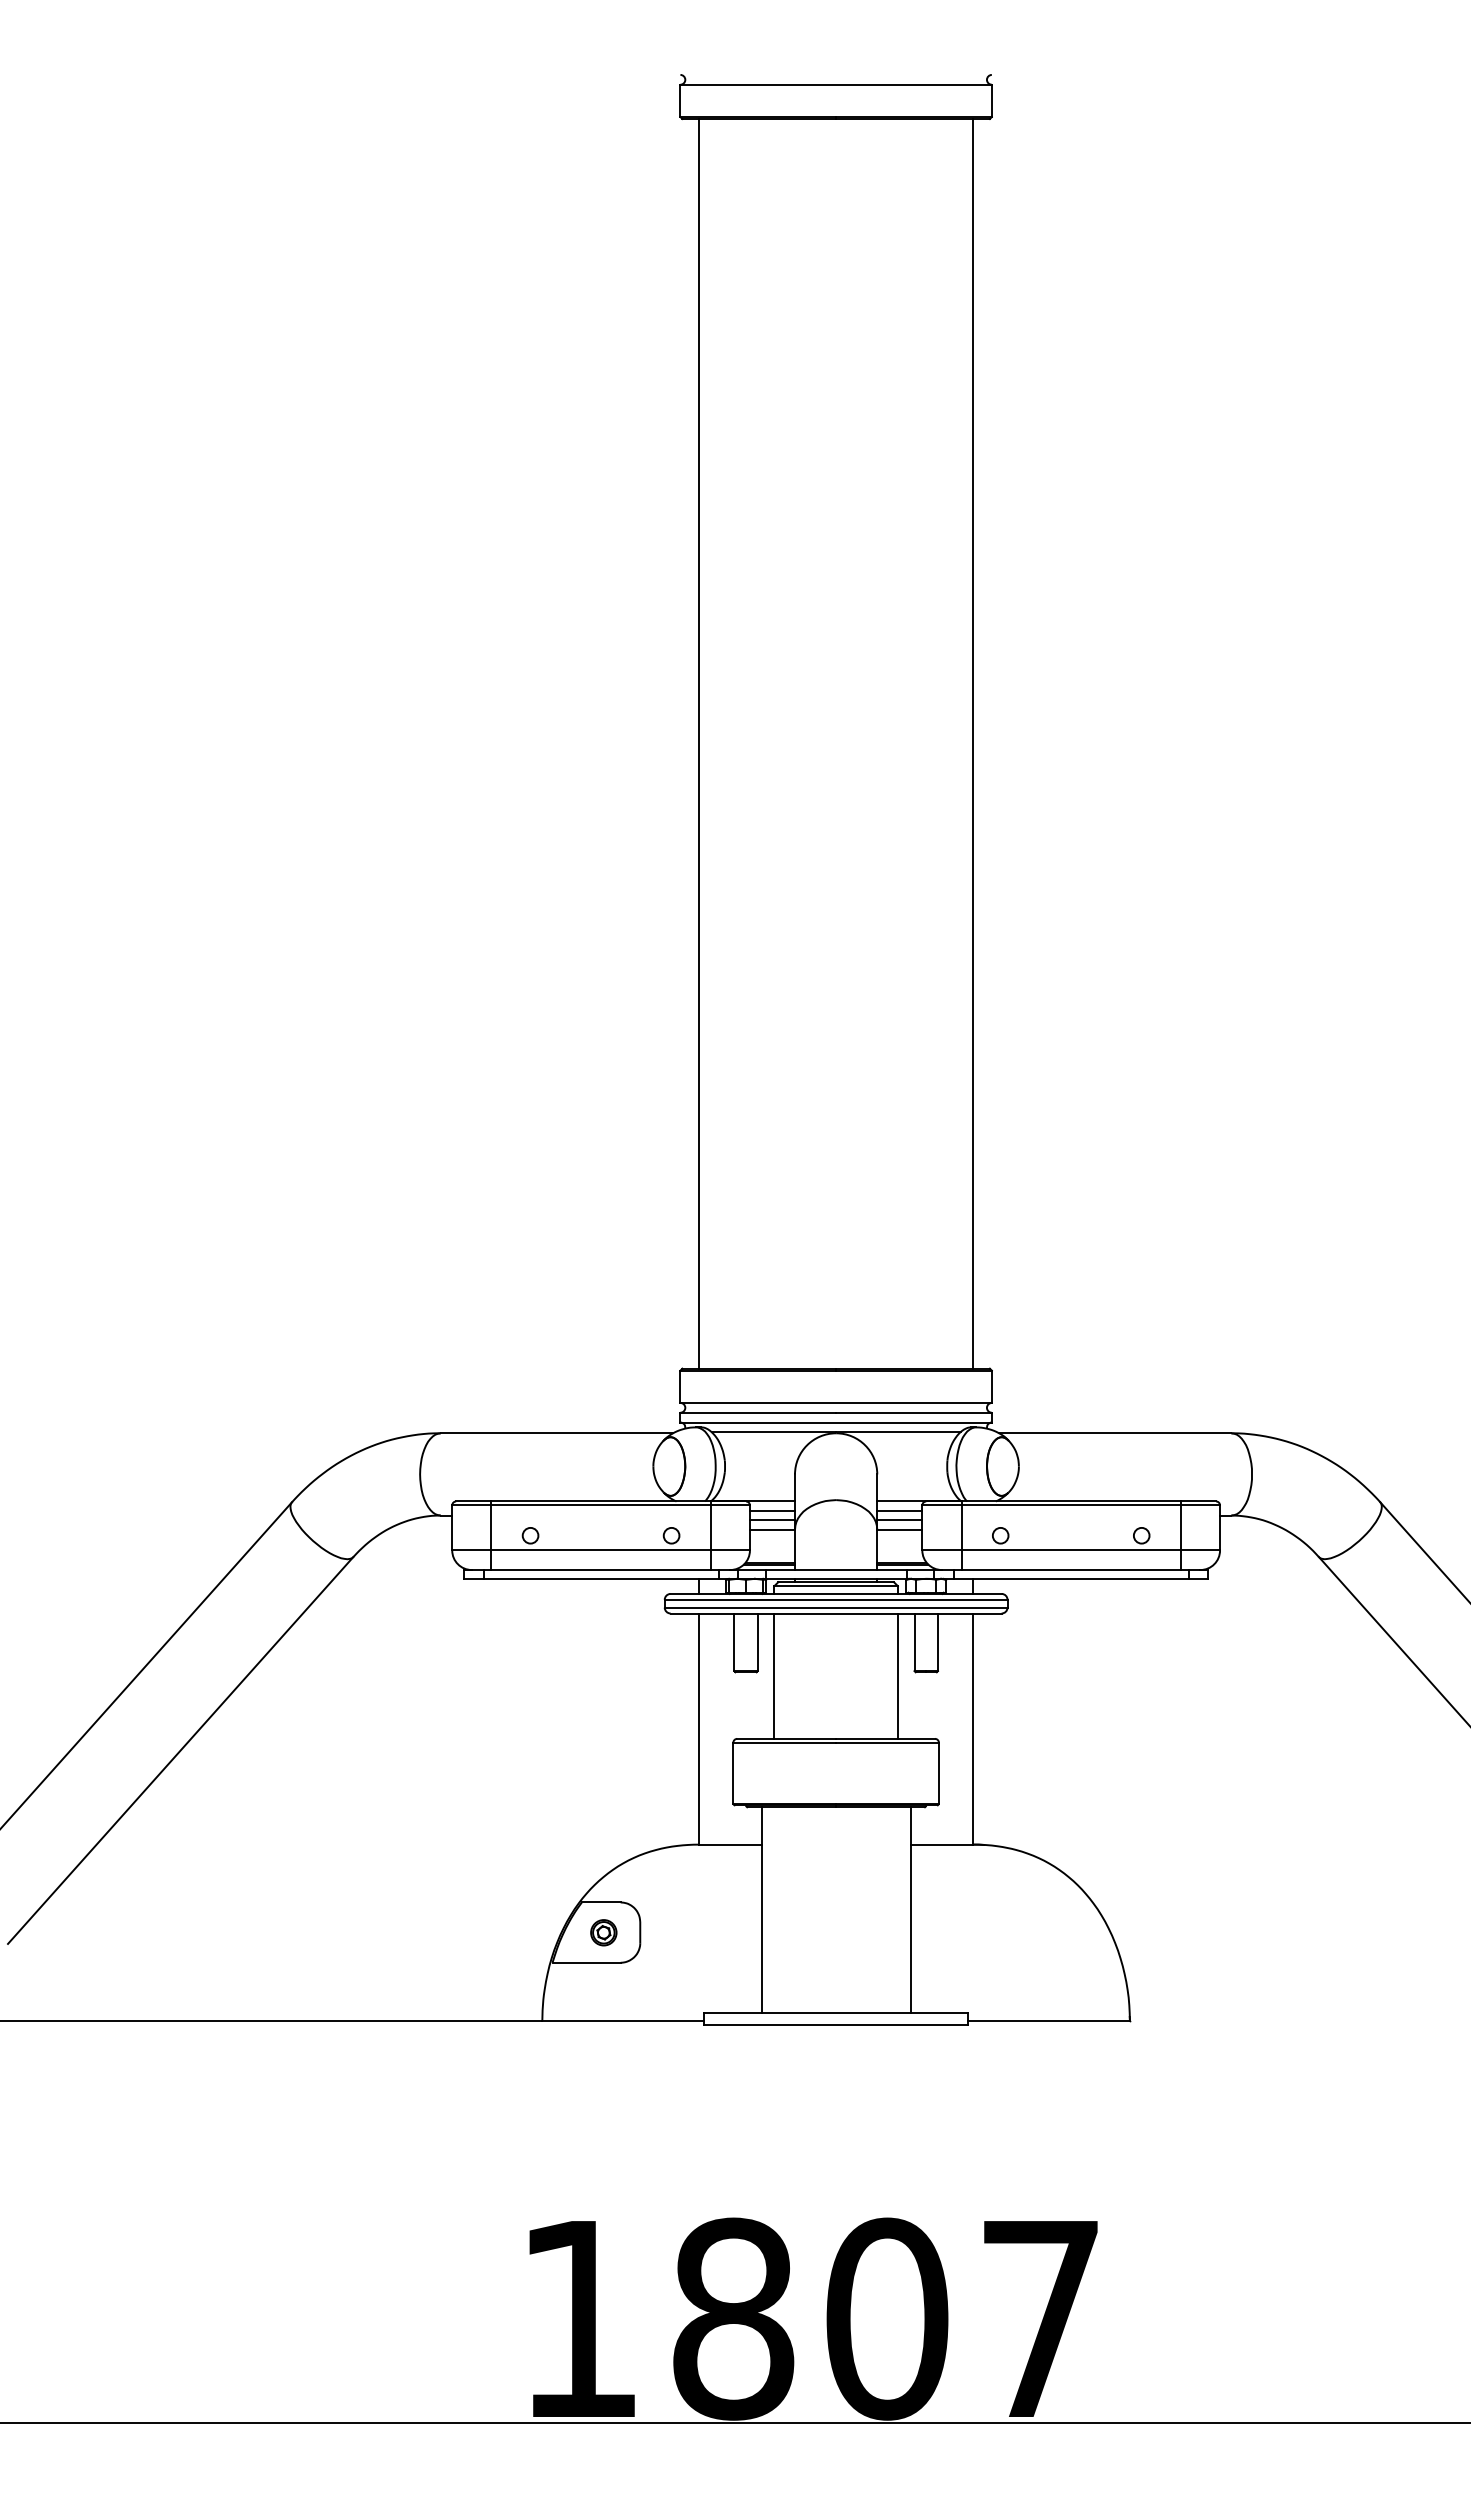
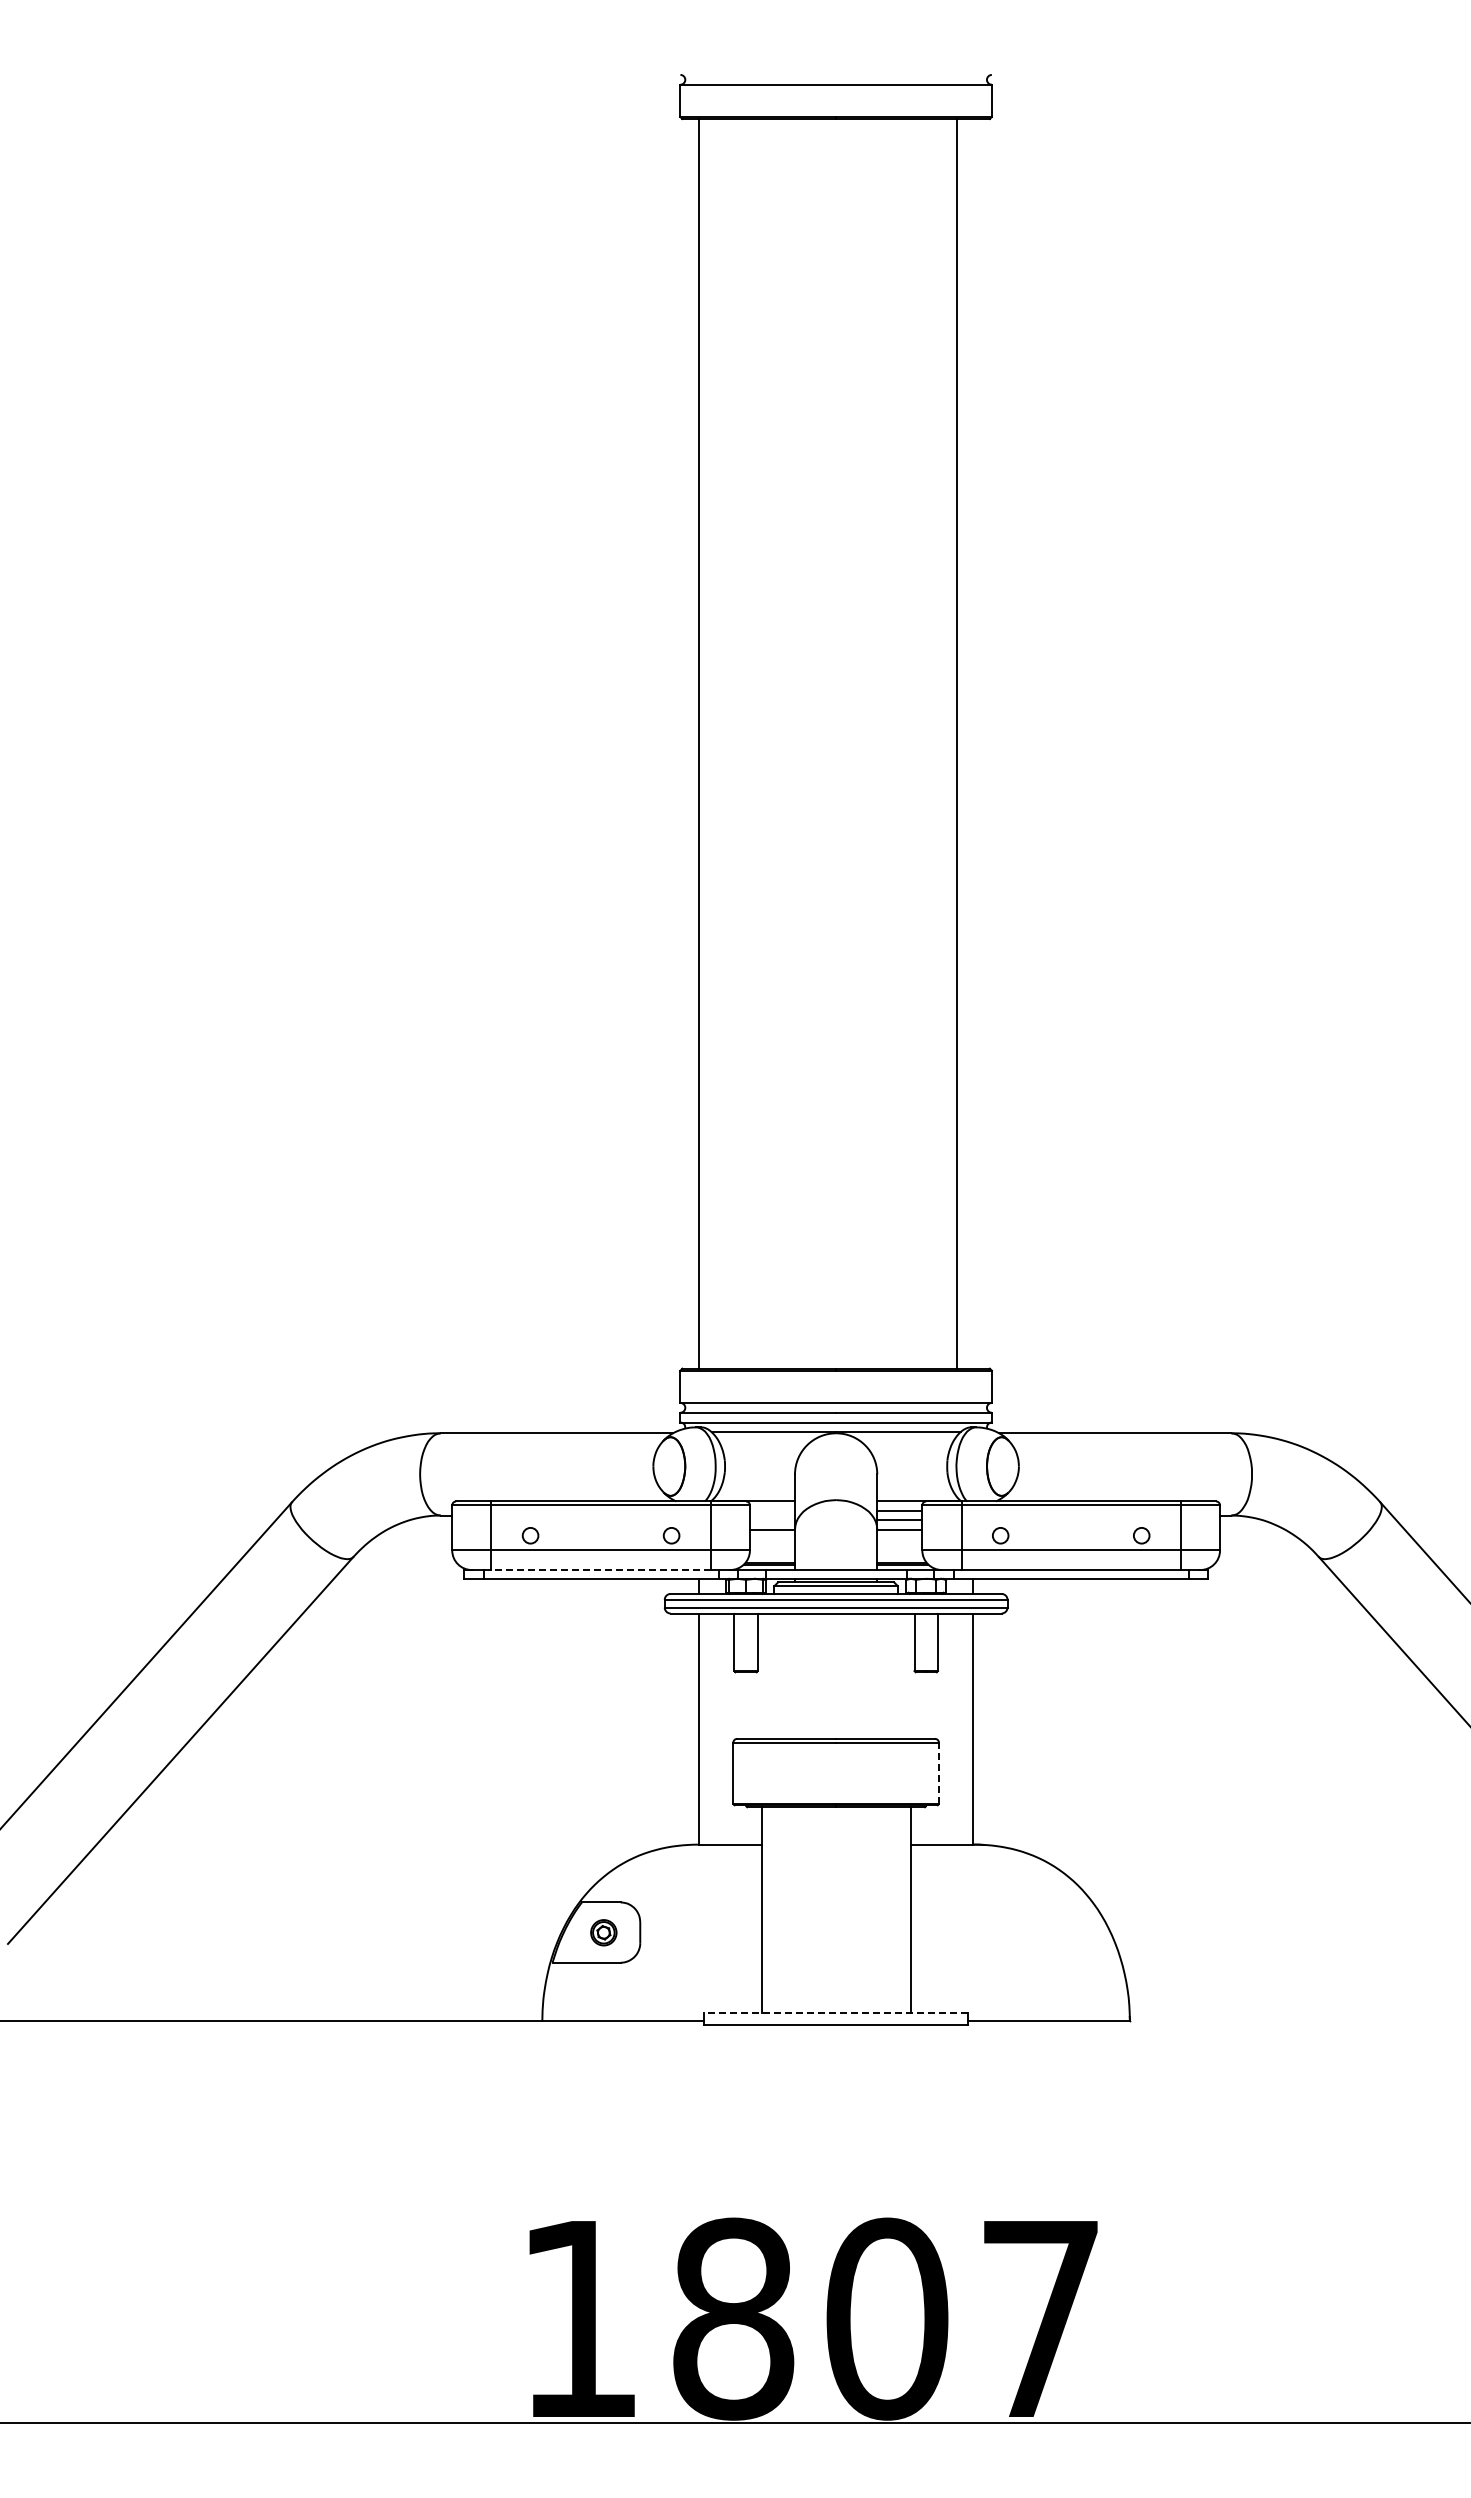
line at (973, 743) position: (973, 743) -> (957, 743)
line at (772, 1510): present -> none
line at (772, 1520): present -> none
line at (601, 1570): solid -> dashed
line at (774, 1675): present -> none
line at (897, 1675): present -> none
line at (938, 1772): solid -> dashed
line at (835, 2013): solid -> dashed
